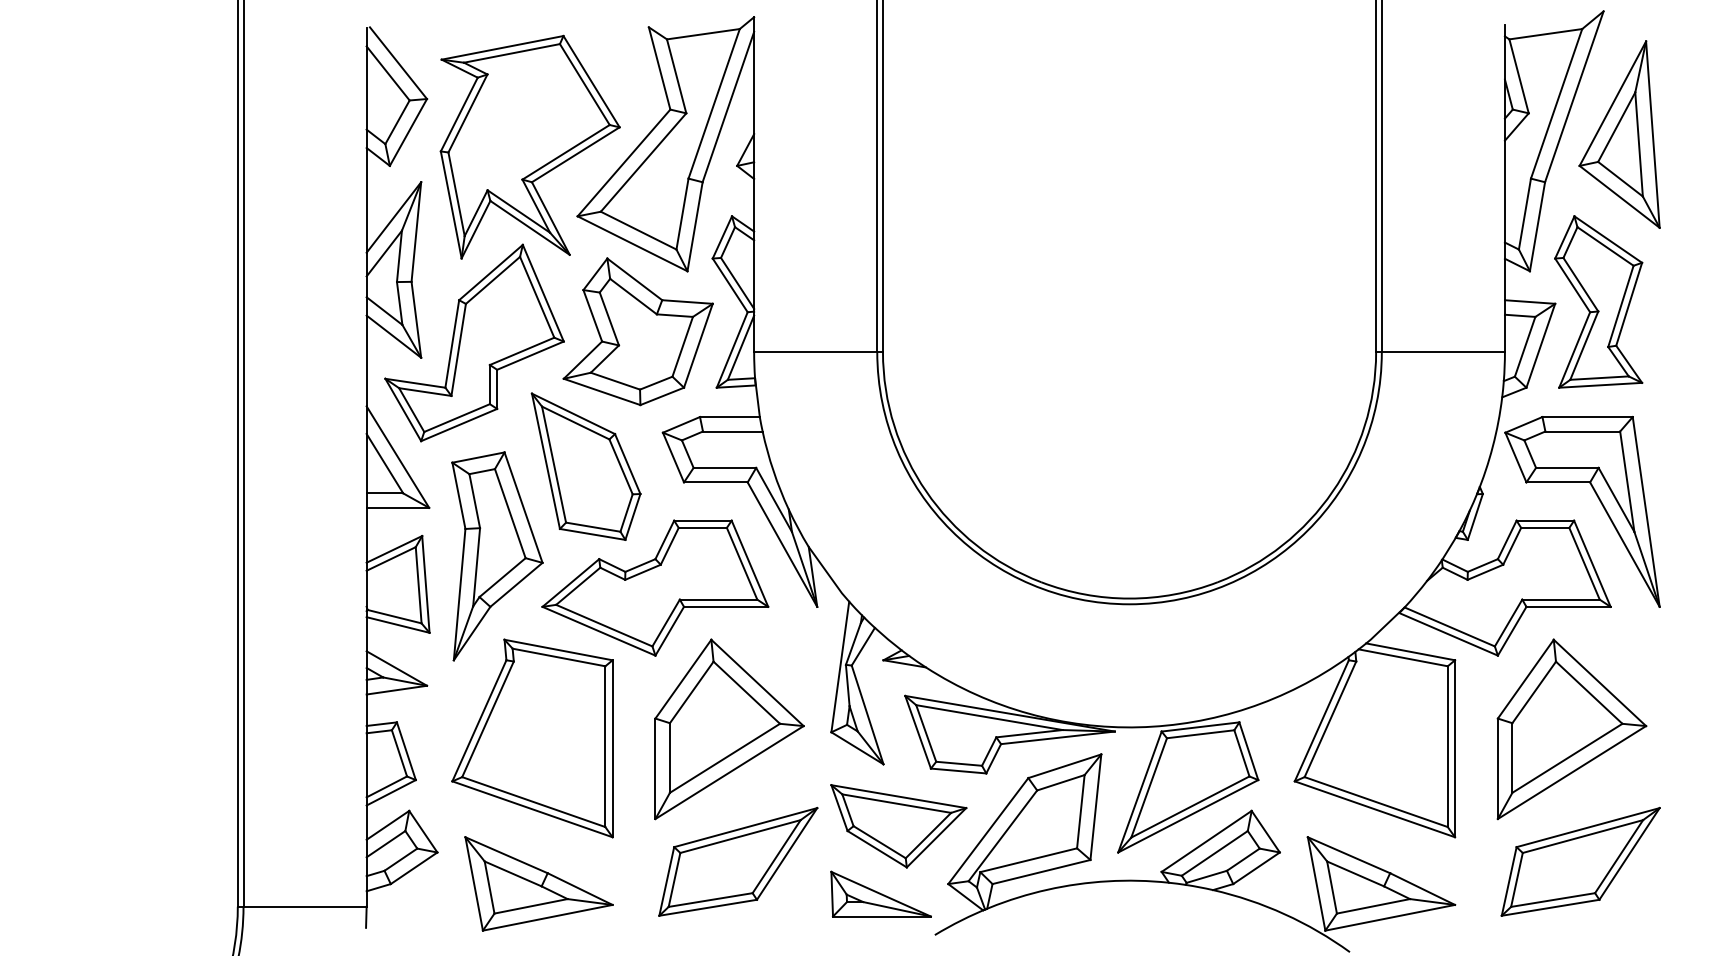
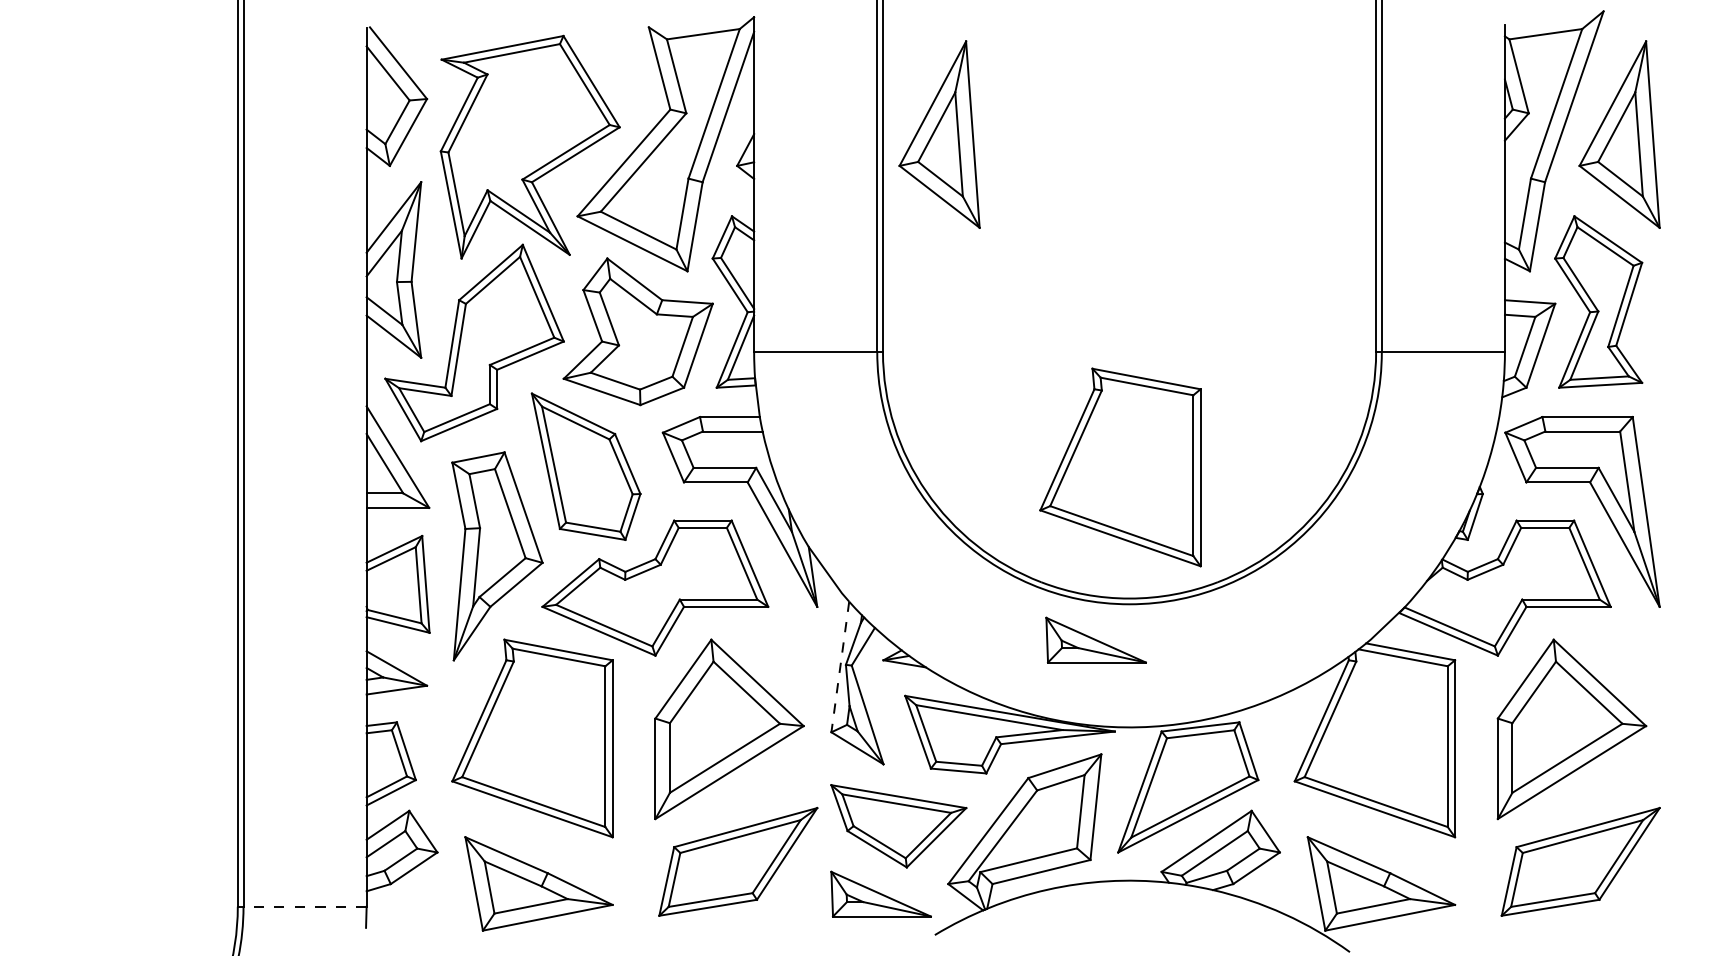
part at (939, 134): none -> present
part at (1120, 467): none -> present
part at (1095, 639): none -> present
line at (840, 666): solid -> dashed
line at (305, 906): solid -> dashed
